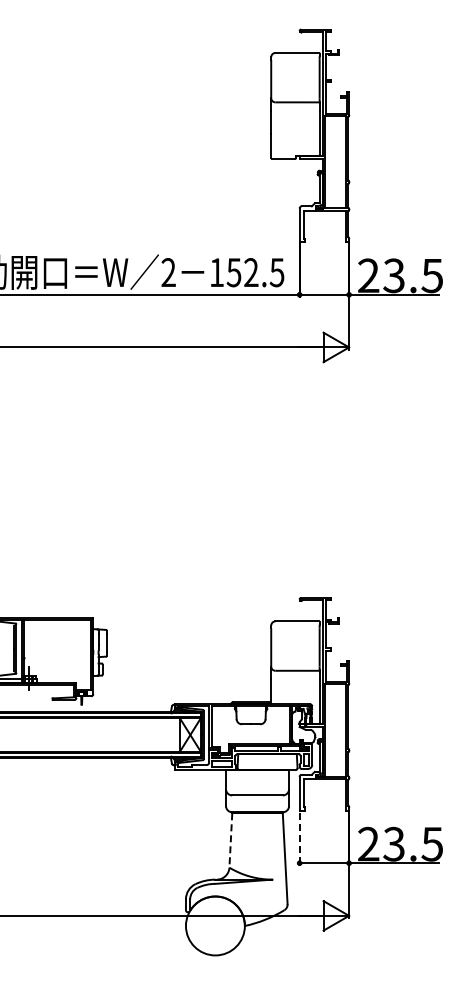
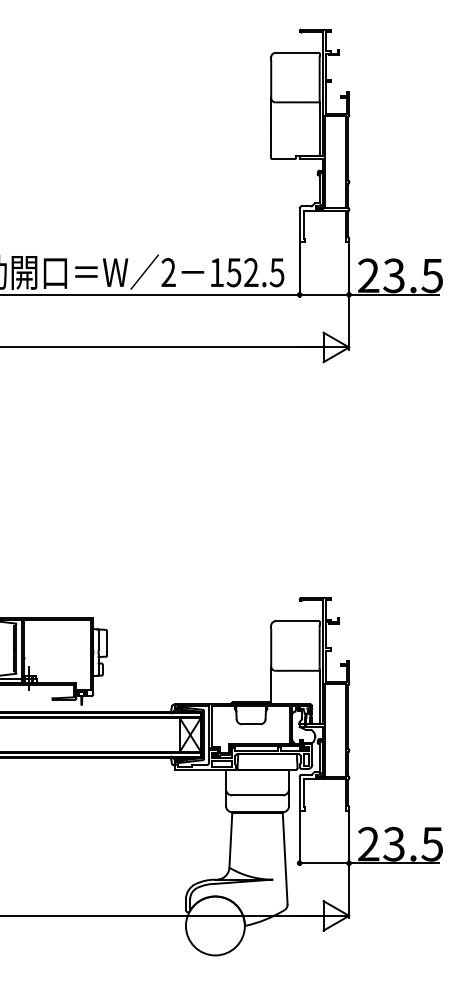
line at (299, 839): dashed -> solid
line at (230, 841): dashed -> solid
